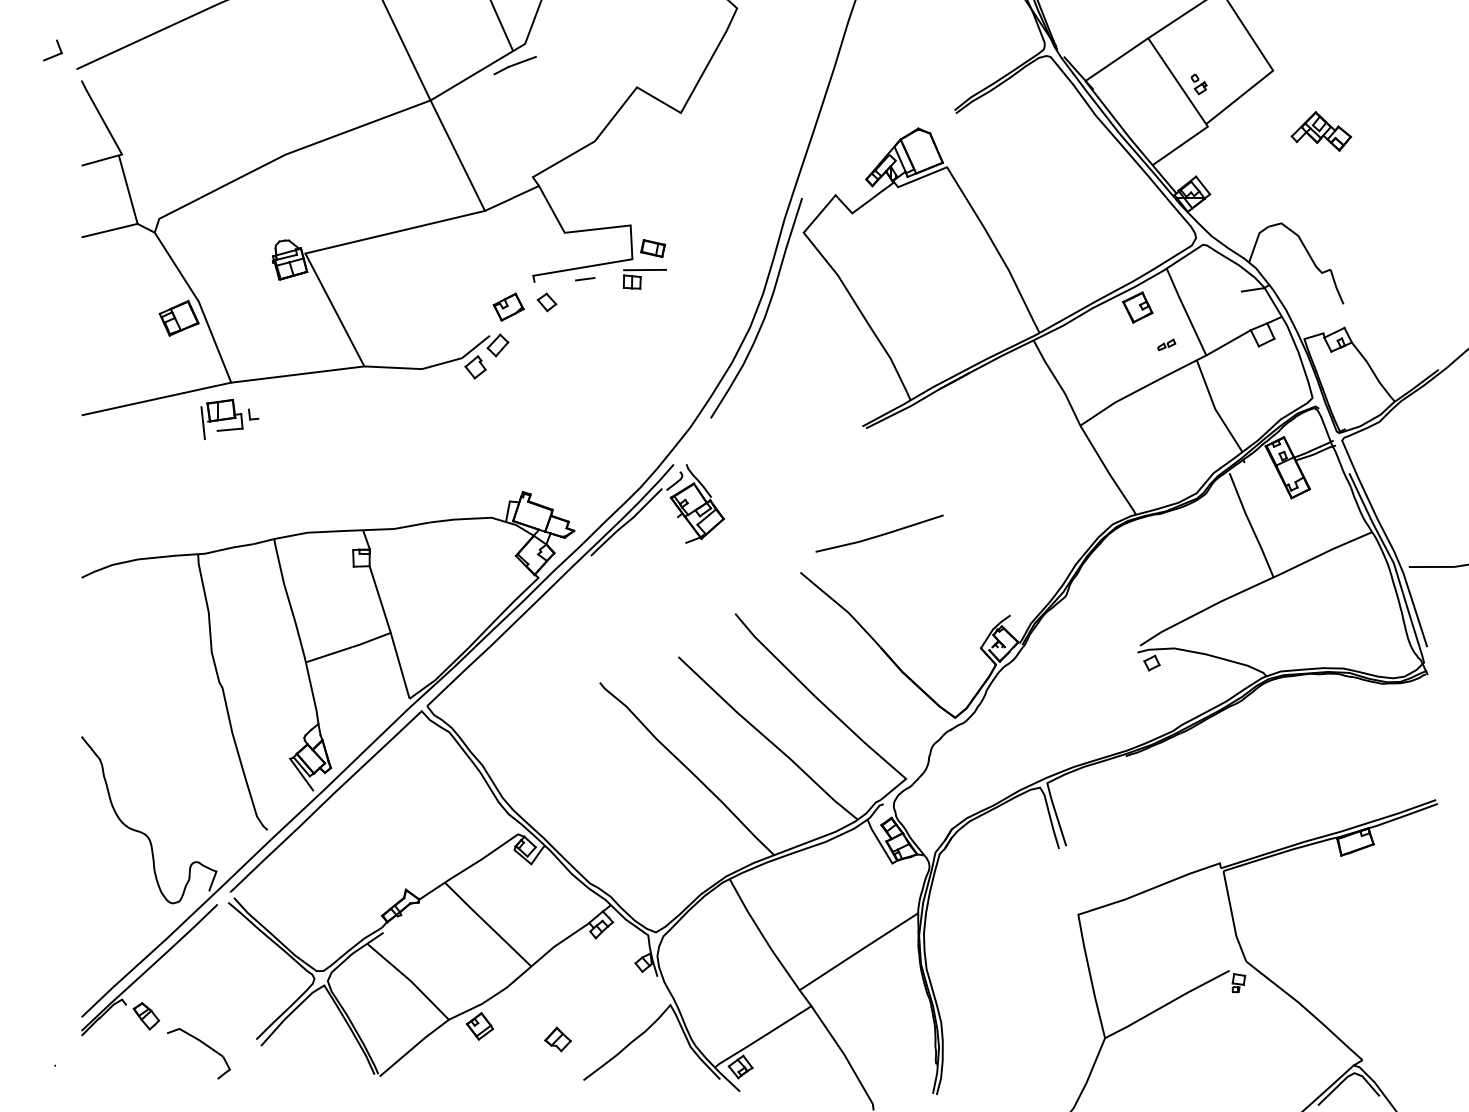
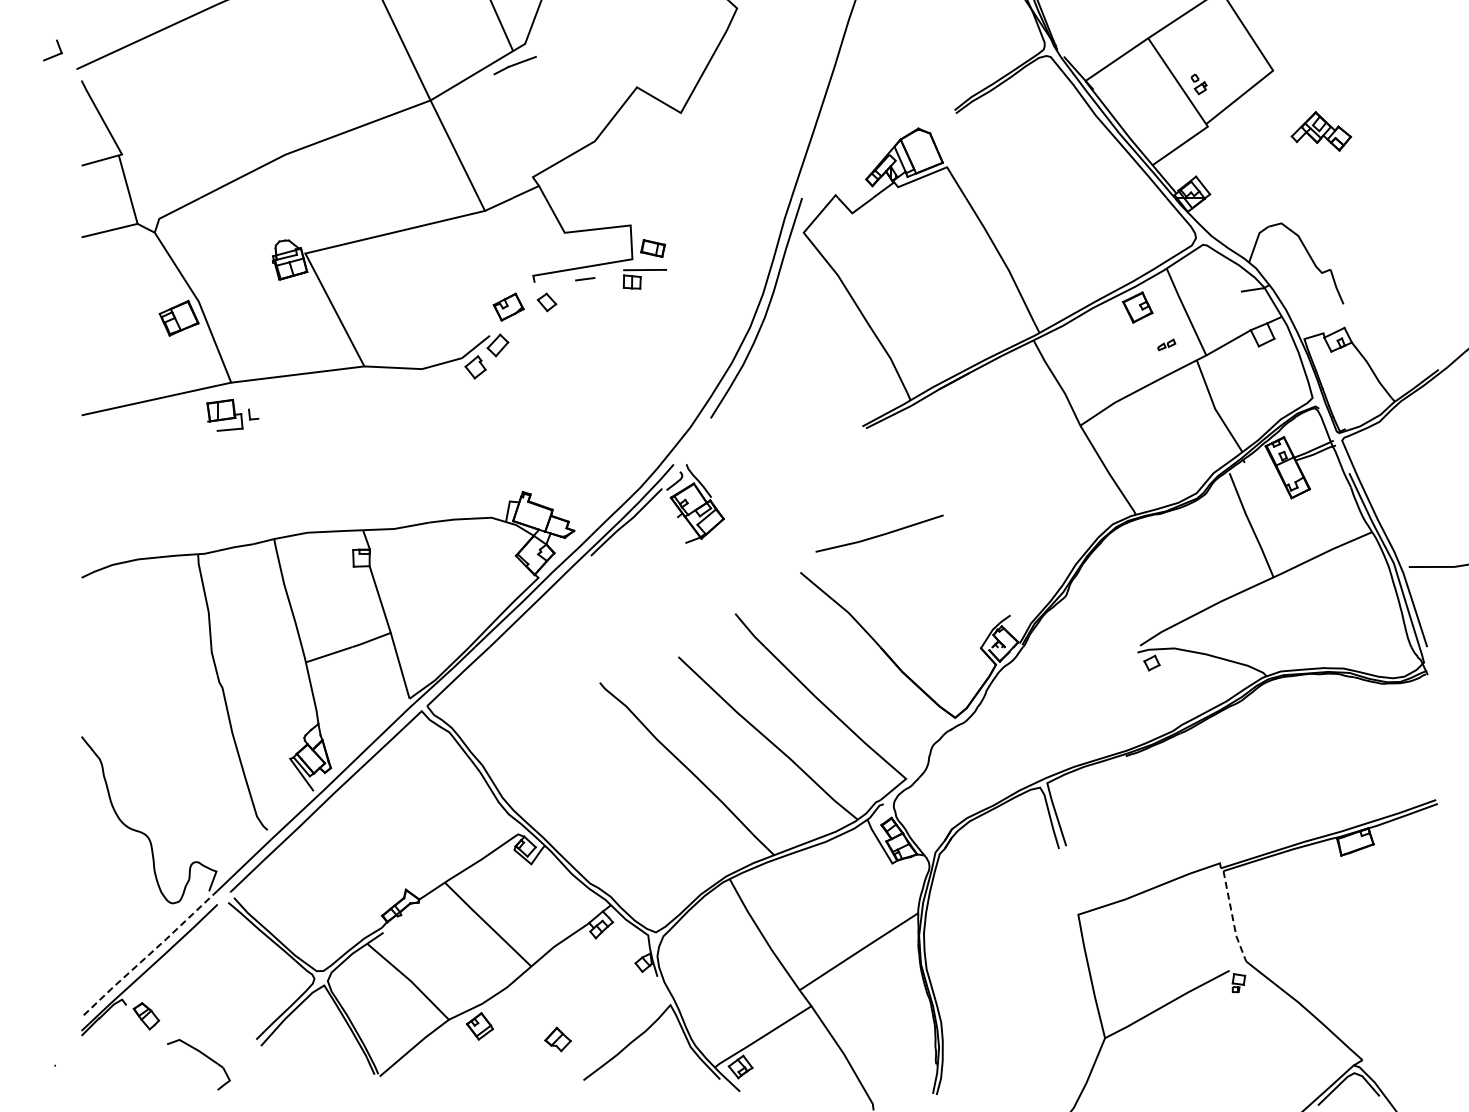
line at (202, 423): present -> none
line at (1232, 917): solid -> dashed
line at (149, 954): solid -> dashed
part at (203, 1044) position: (203, 1044) -> (203, 1055)
